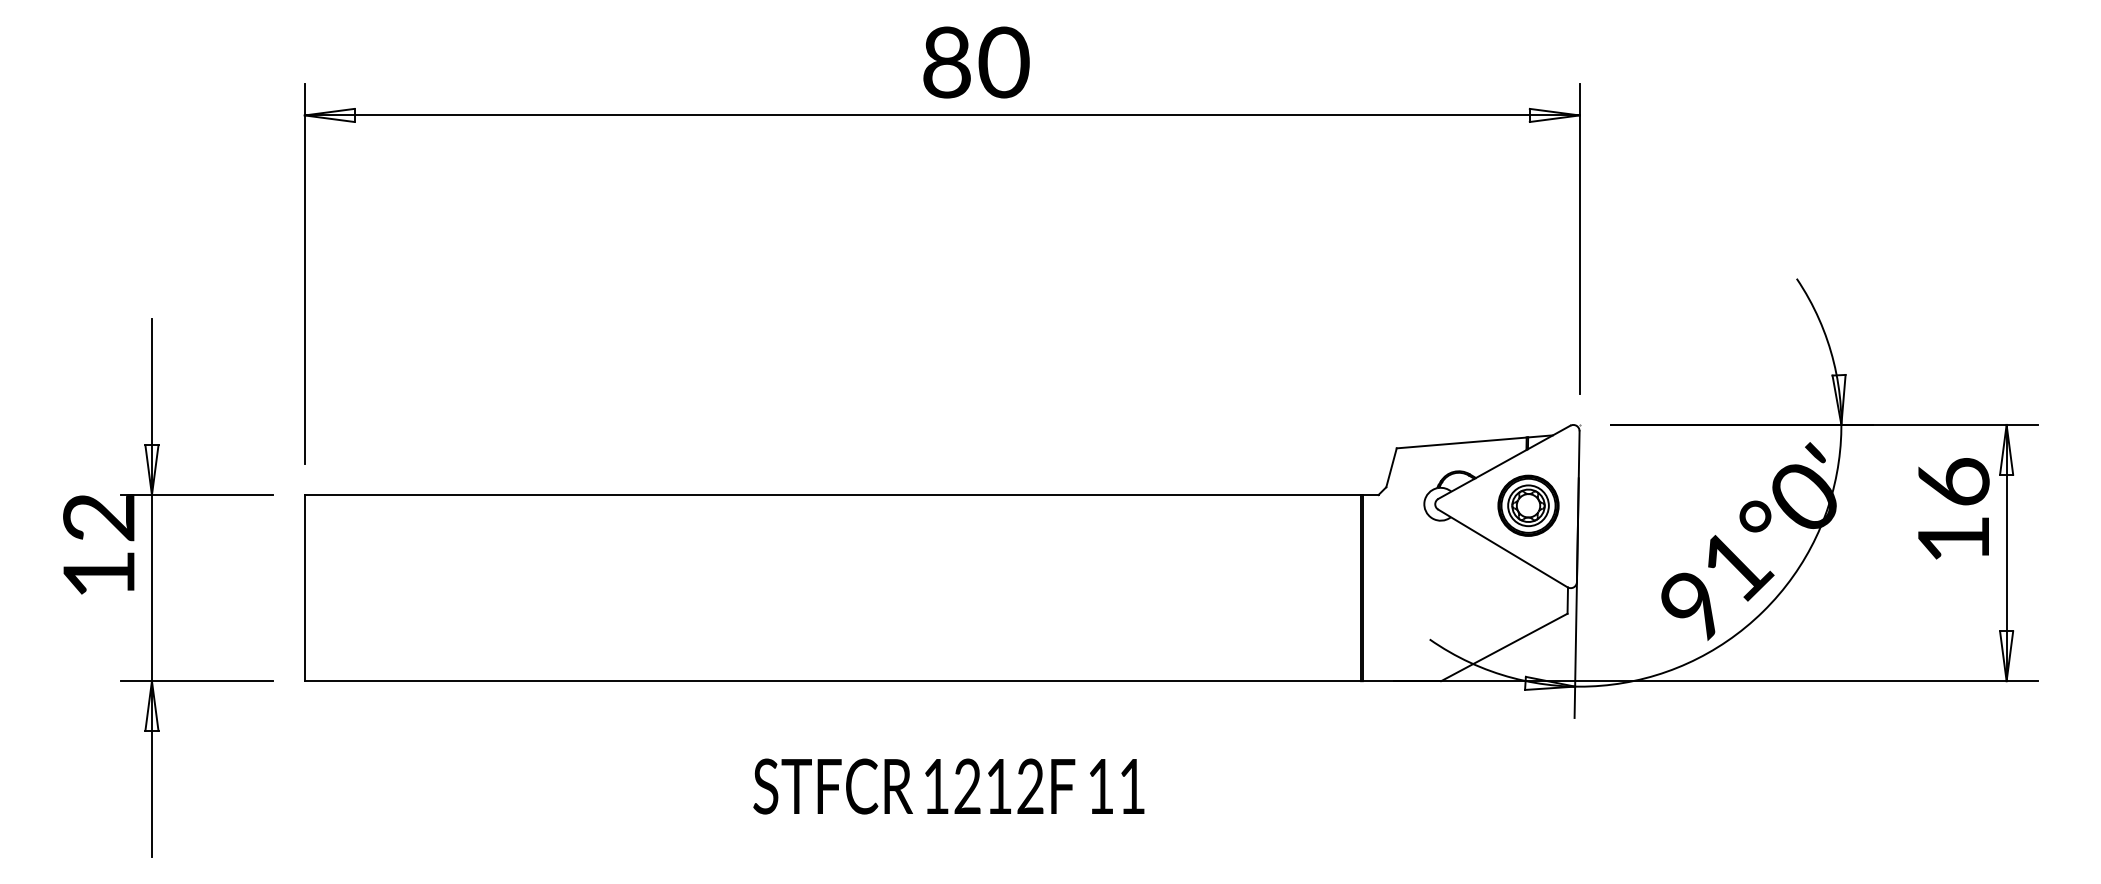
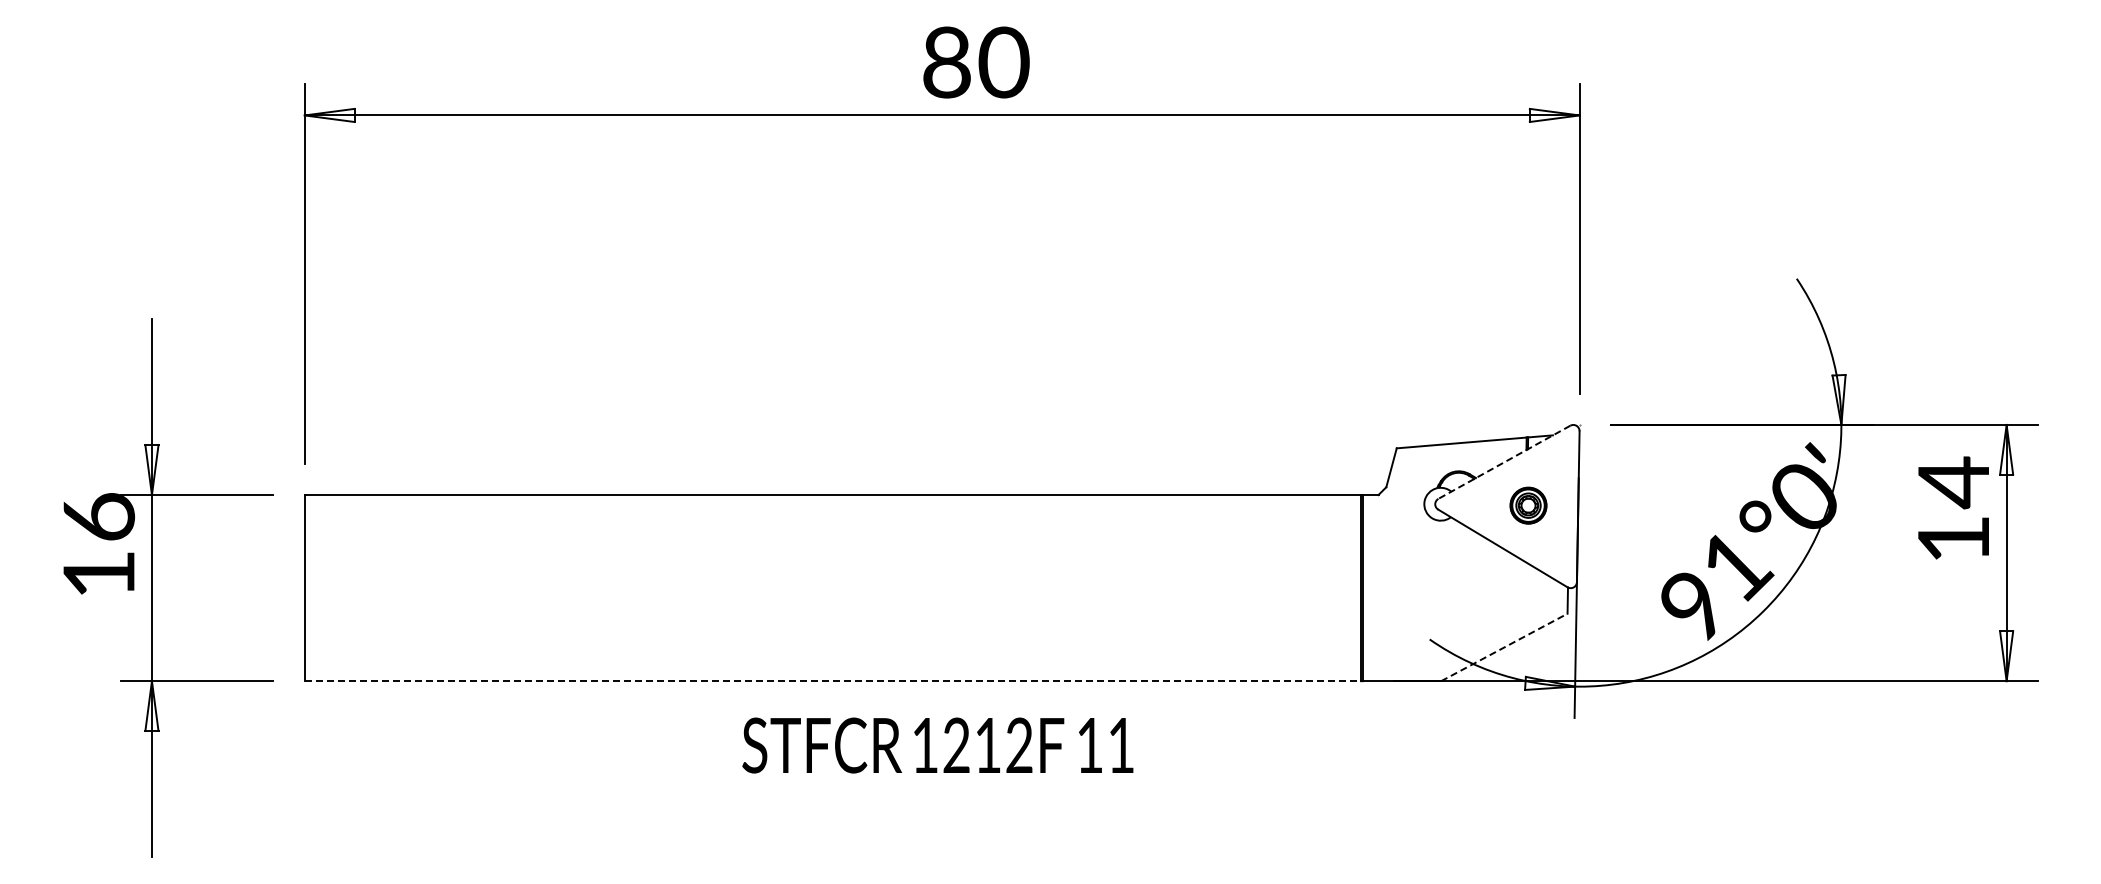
line at (1503, 462): solid -> dashed
text at (1953, 482): 16 -> 14
part at (1528, 505) size: 63x63 px -> 39x39 px
text at (99, 517): 12 -> 16
line at (1504, 647): solid -> dashed
line at (833, 681): solid -> dashed
text at (948, 786) position: (948, 786) -> (937, 745)
